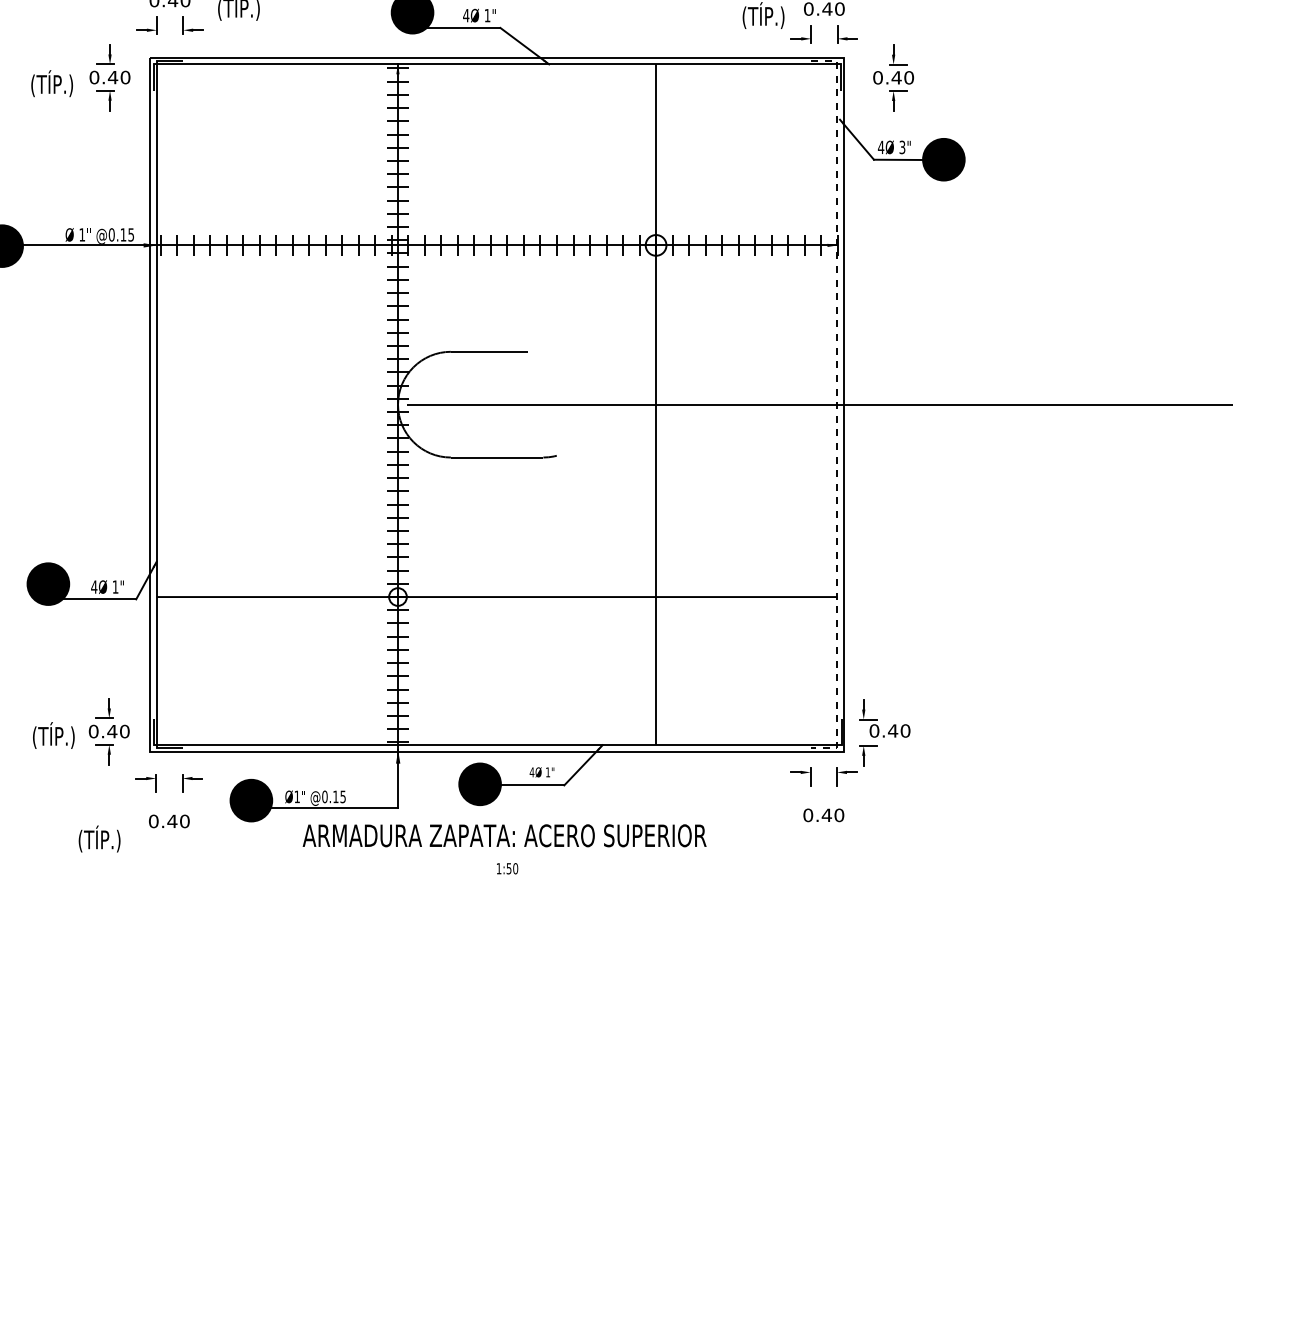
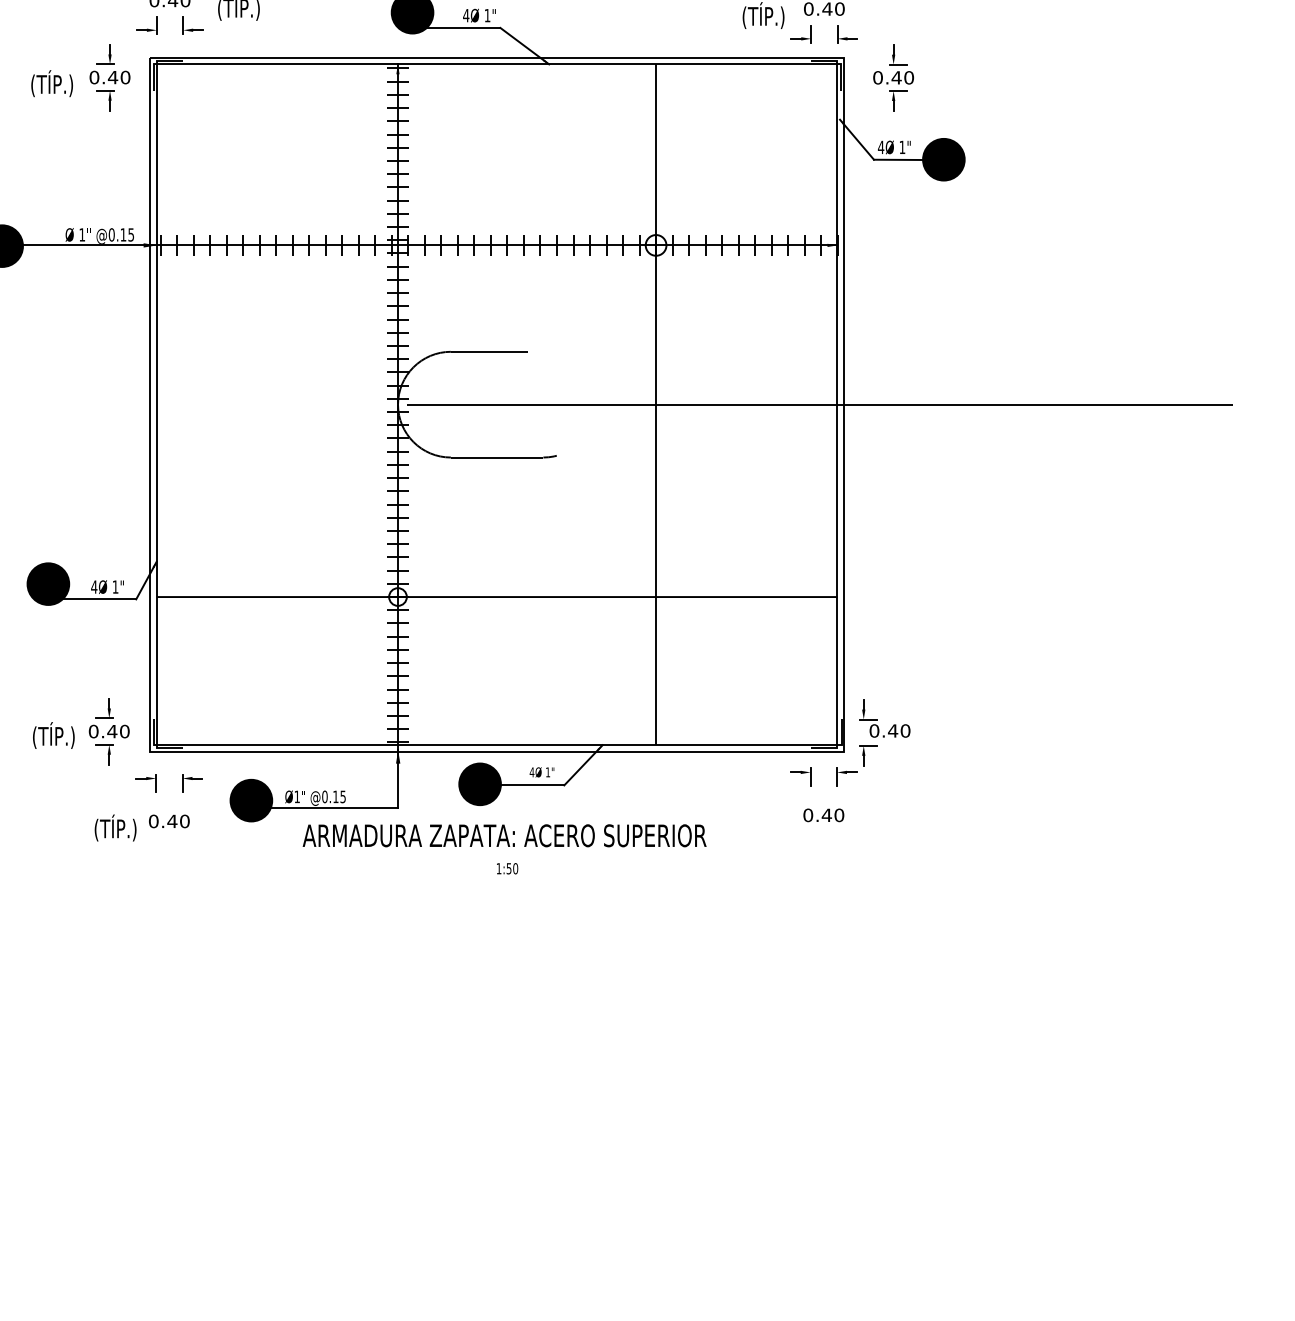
text at (902, 147): 3" -> 1"
line at (837, 405): dashed -> solid
text at (99, 838) position: (99, 838) -> (115, 827)
